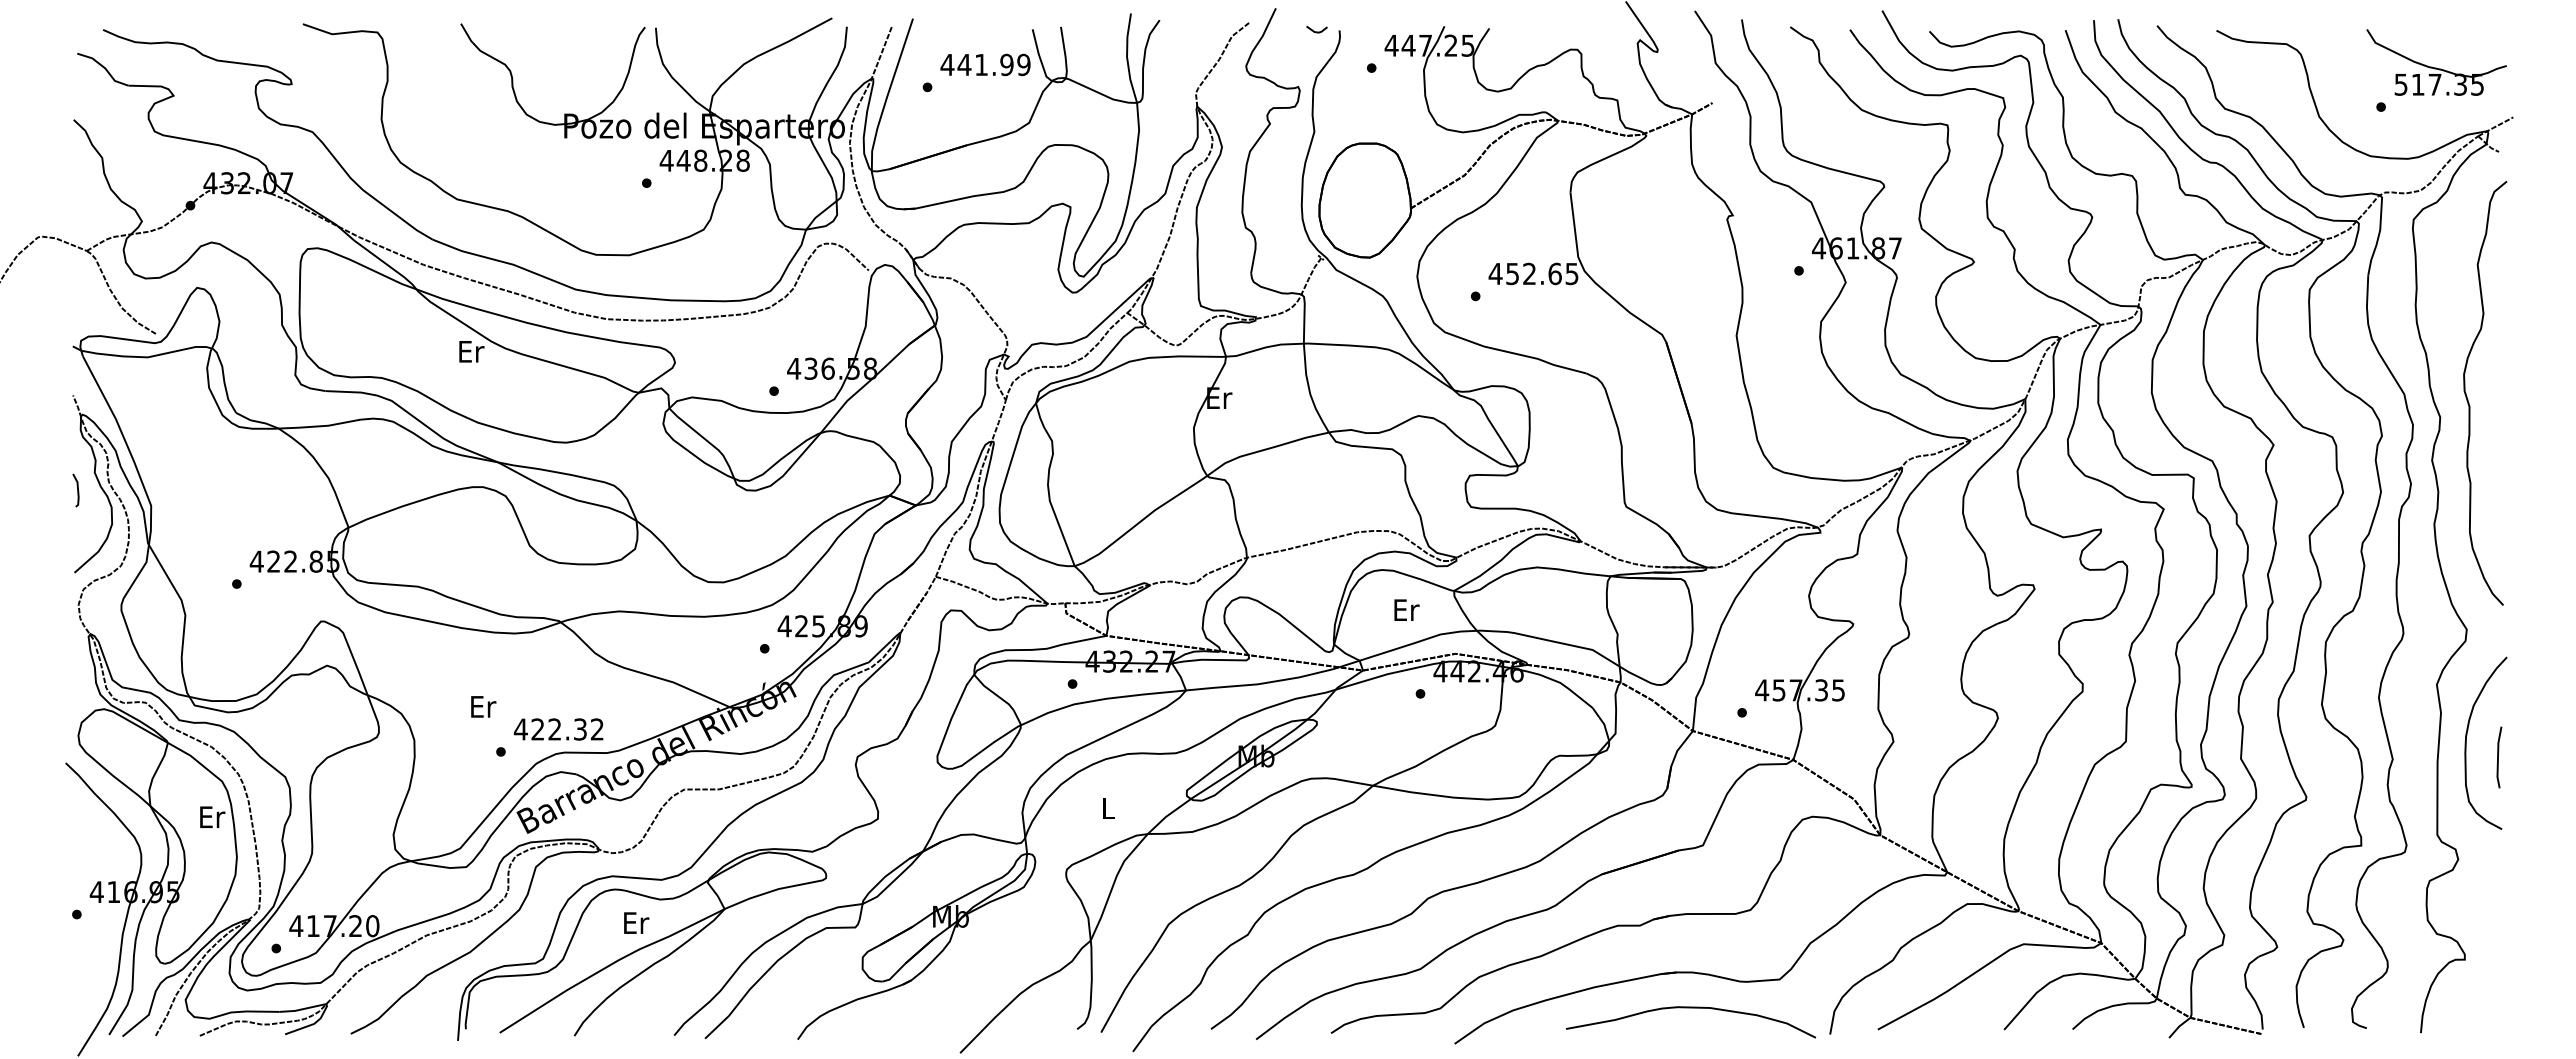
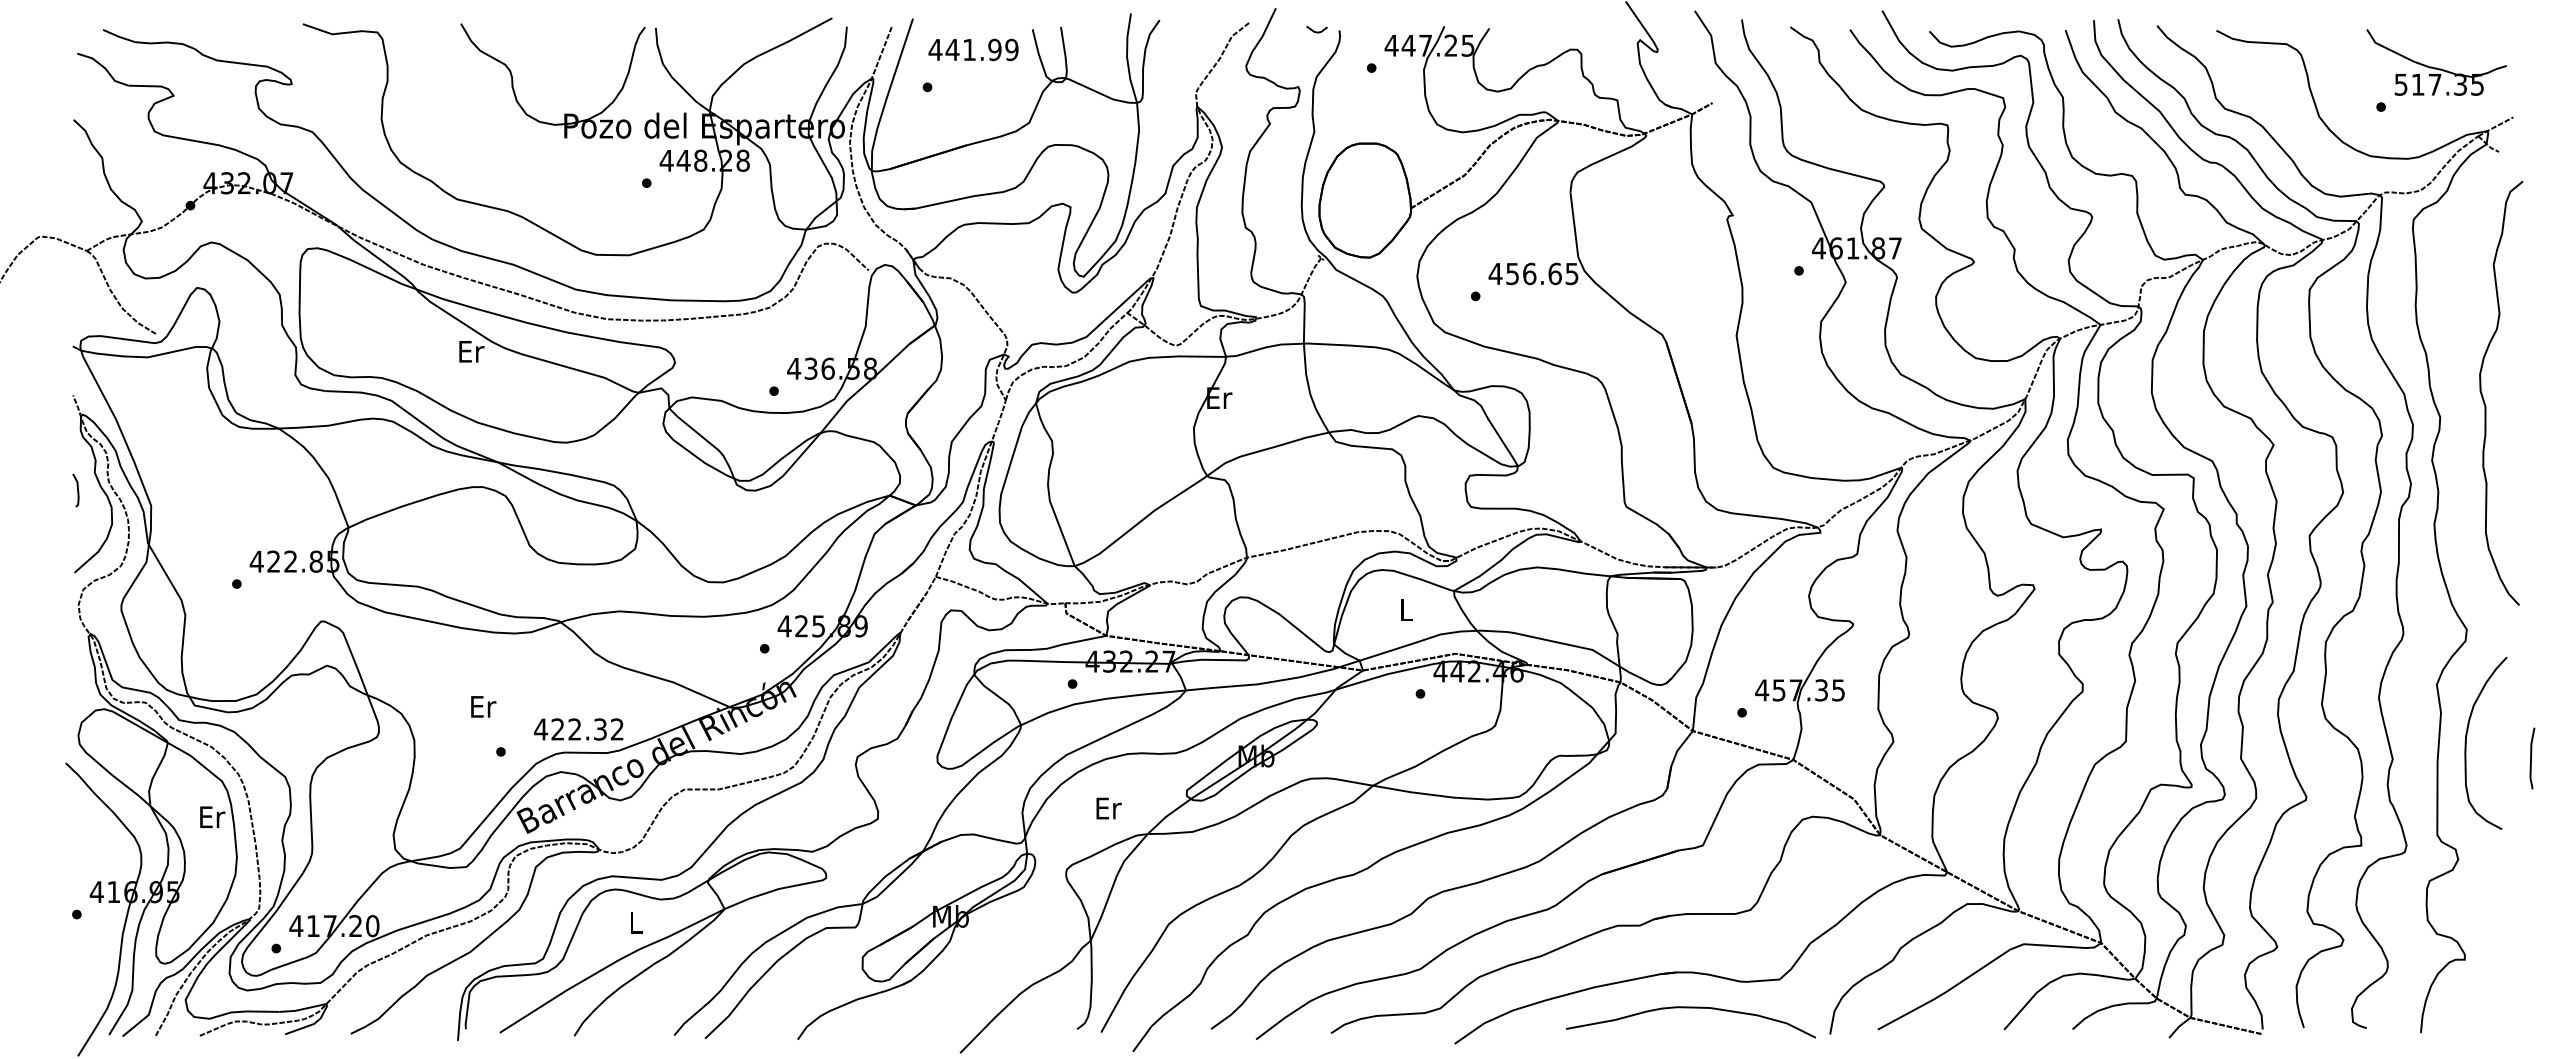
text at (985, 64) position: (985, 64) -> (973, 49)
text at (1529, 273): 452.65 -> 456.65
curve at (2468, 399) position: (2468, 399) -> (2484, 399)
text at (1406, 609): Er -> L
text at (558, 729) position: (558, 729) -> (578, 729)
line at (2498, 757) position: (2498, 757) -> (2531, 758)
text at (1108, 808): L -> Er
text at (636, 922): Er -> L
